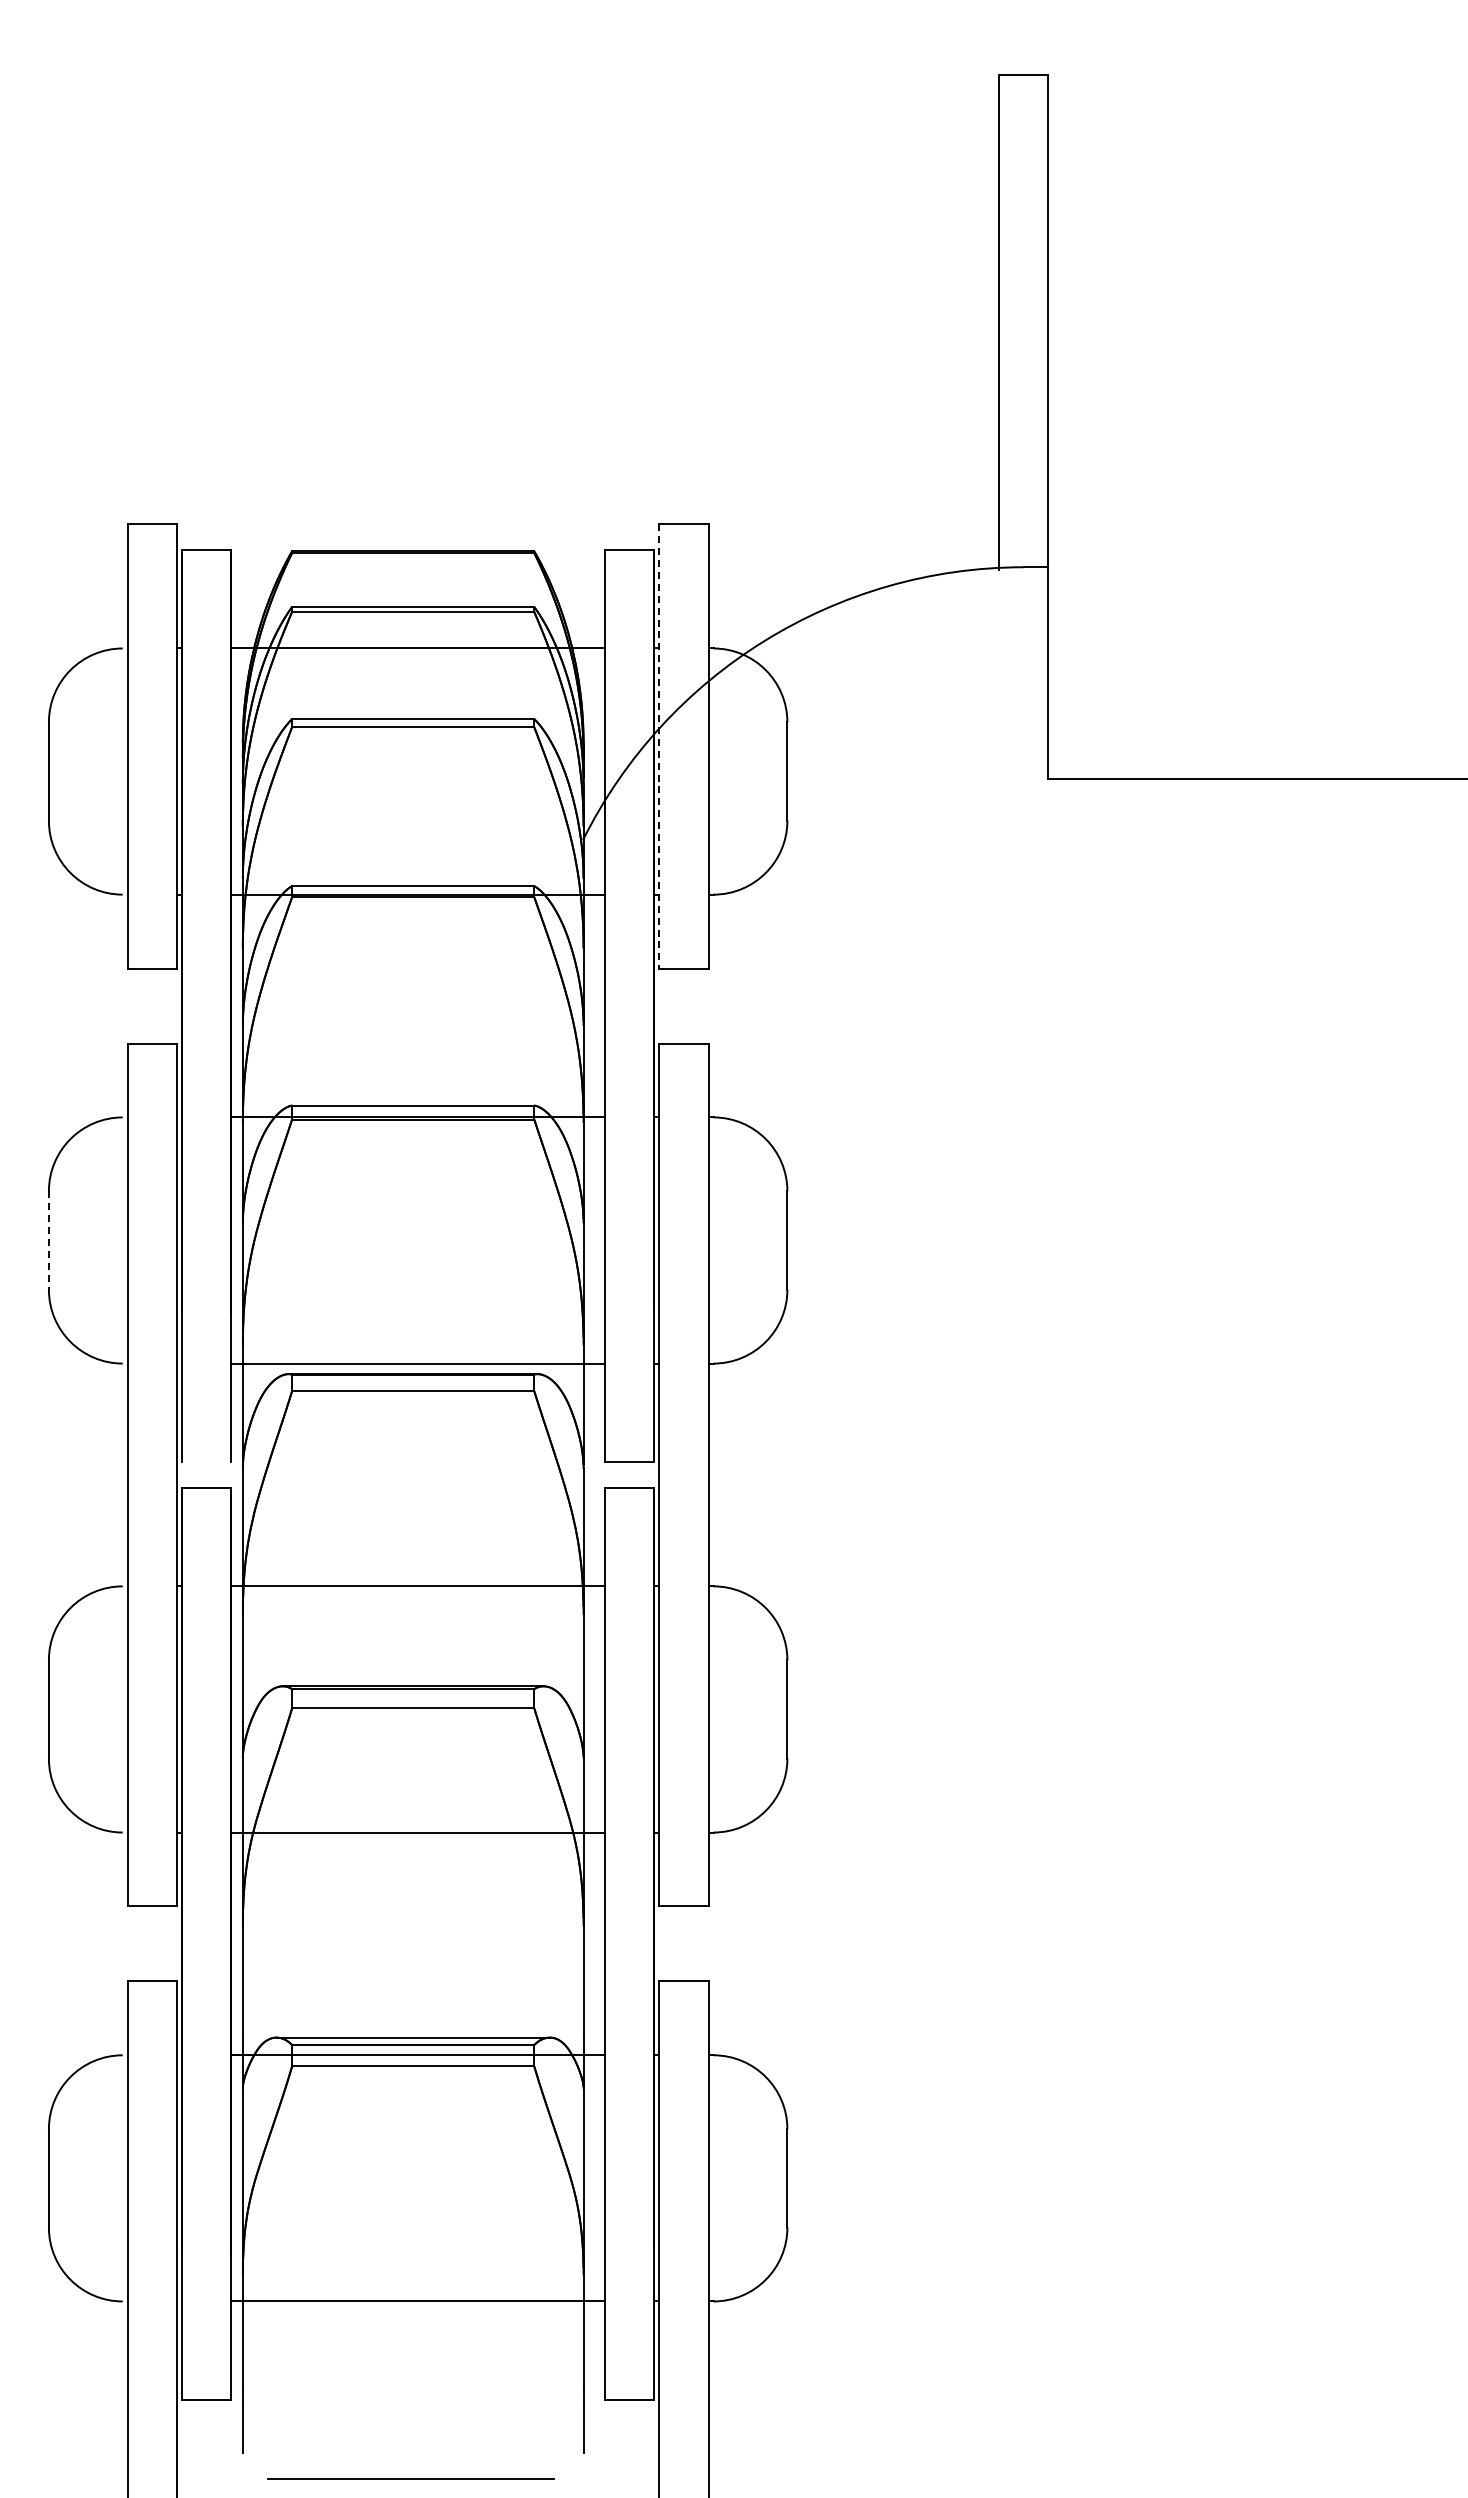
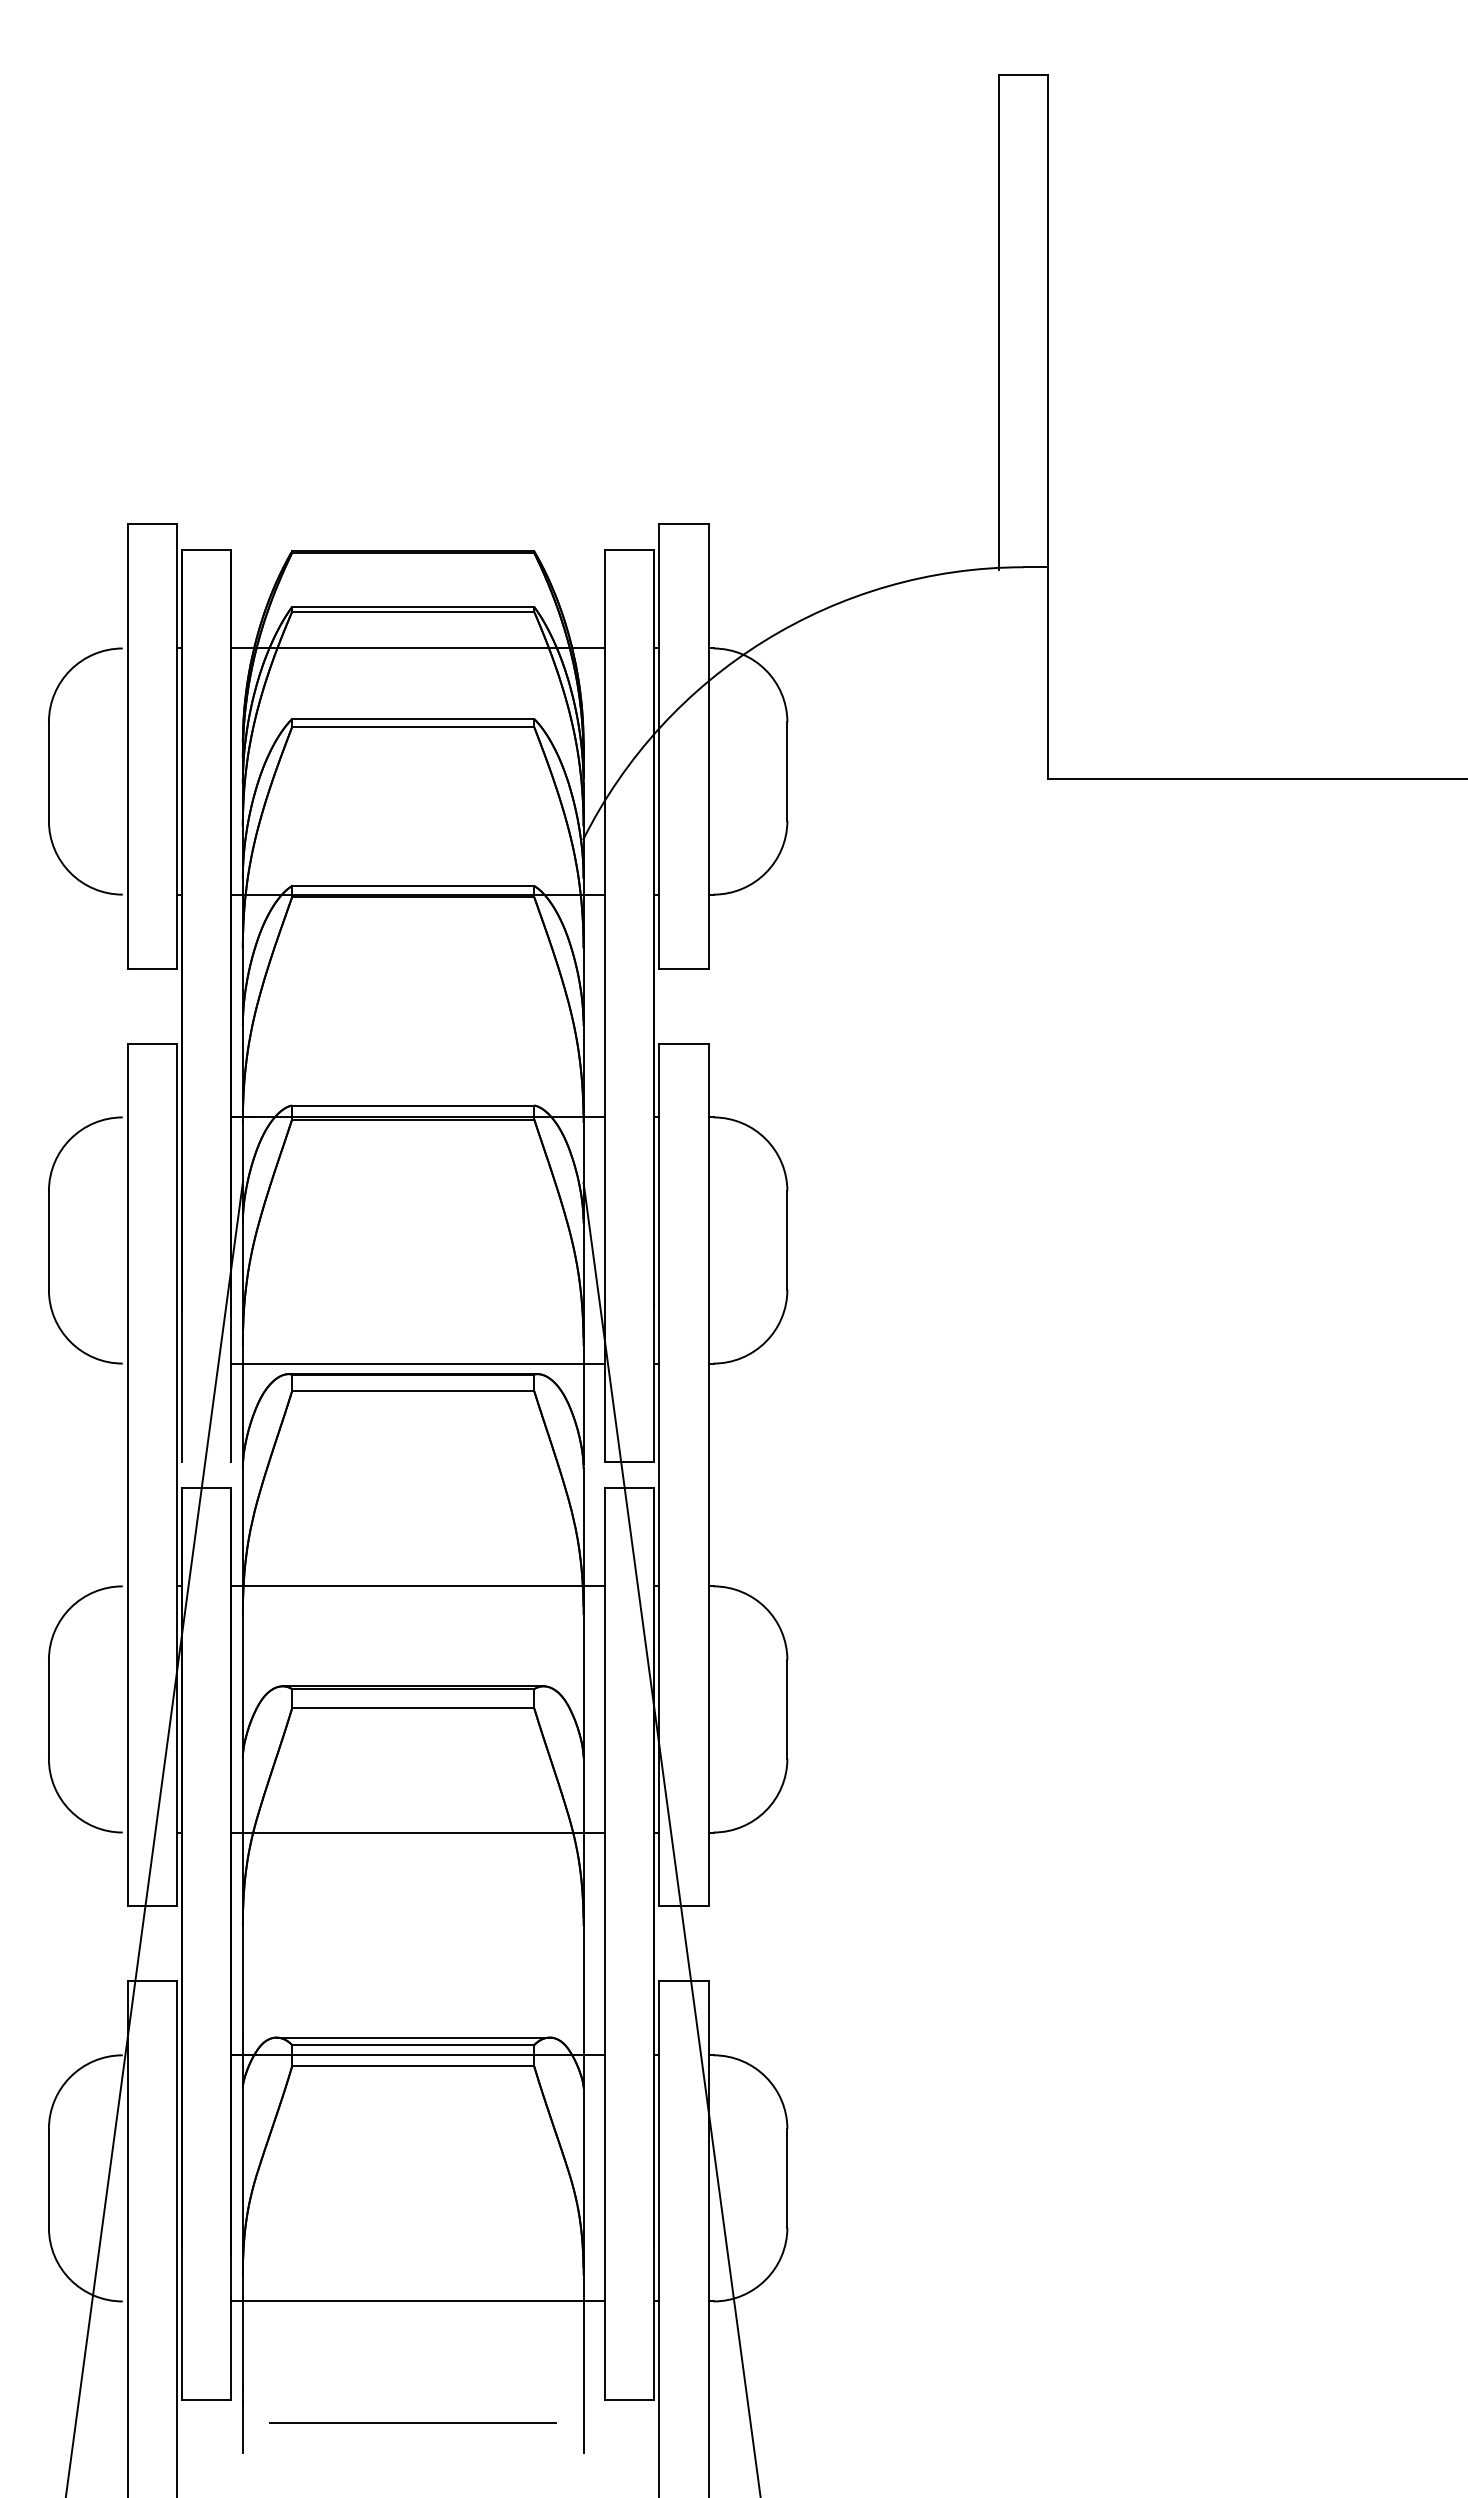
line at (659, 746): dashed -> solid
line at (48, 1241): dashed -> solid
line at (154, 1838): none -> present
line at (671, 1838): none -> present
line at (410, 2478) position: (410, 2478) -> (412, 2422)
